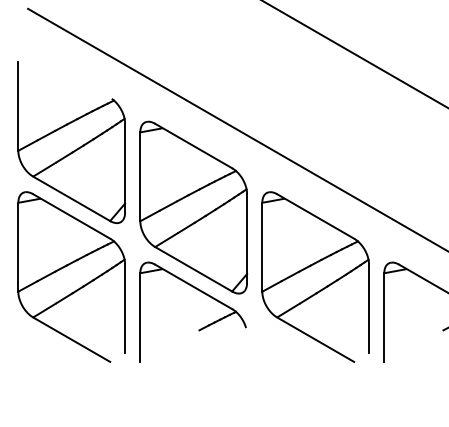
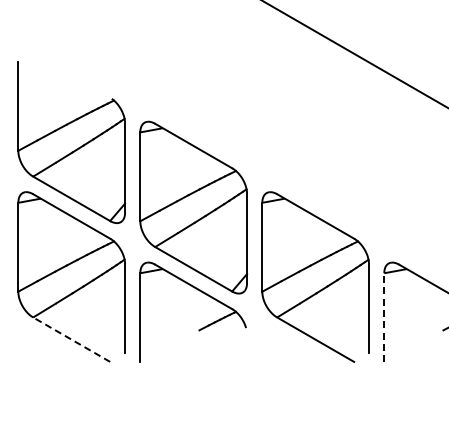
line at (236, 128): present -> none
line at (384, 317): solid -> dashed
line at (71, 339): solid -> dashed
